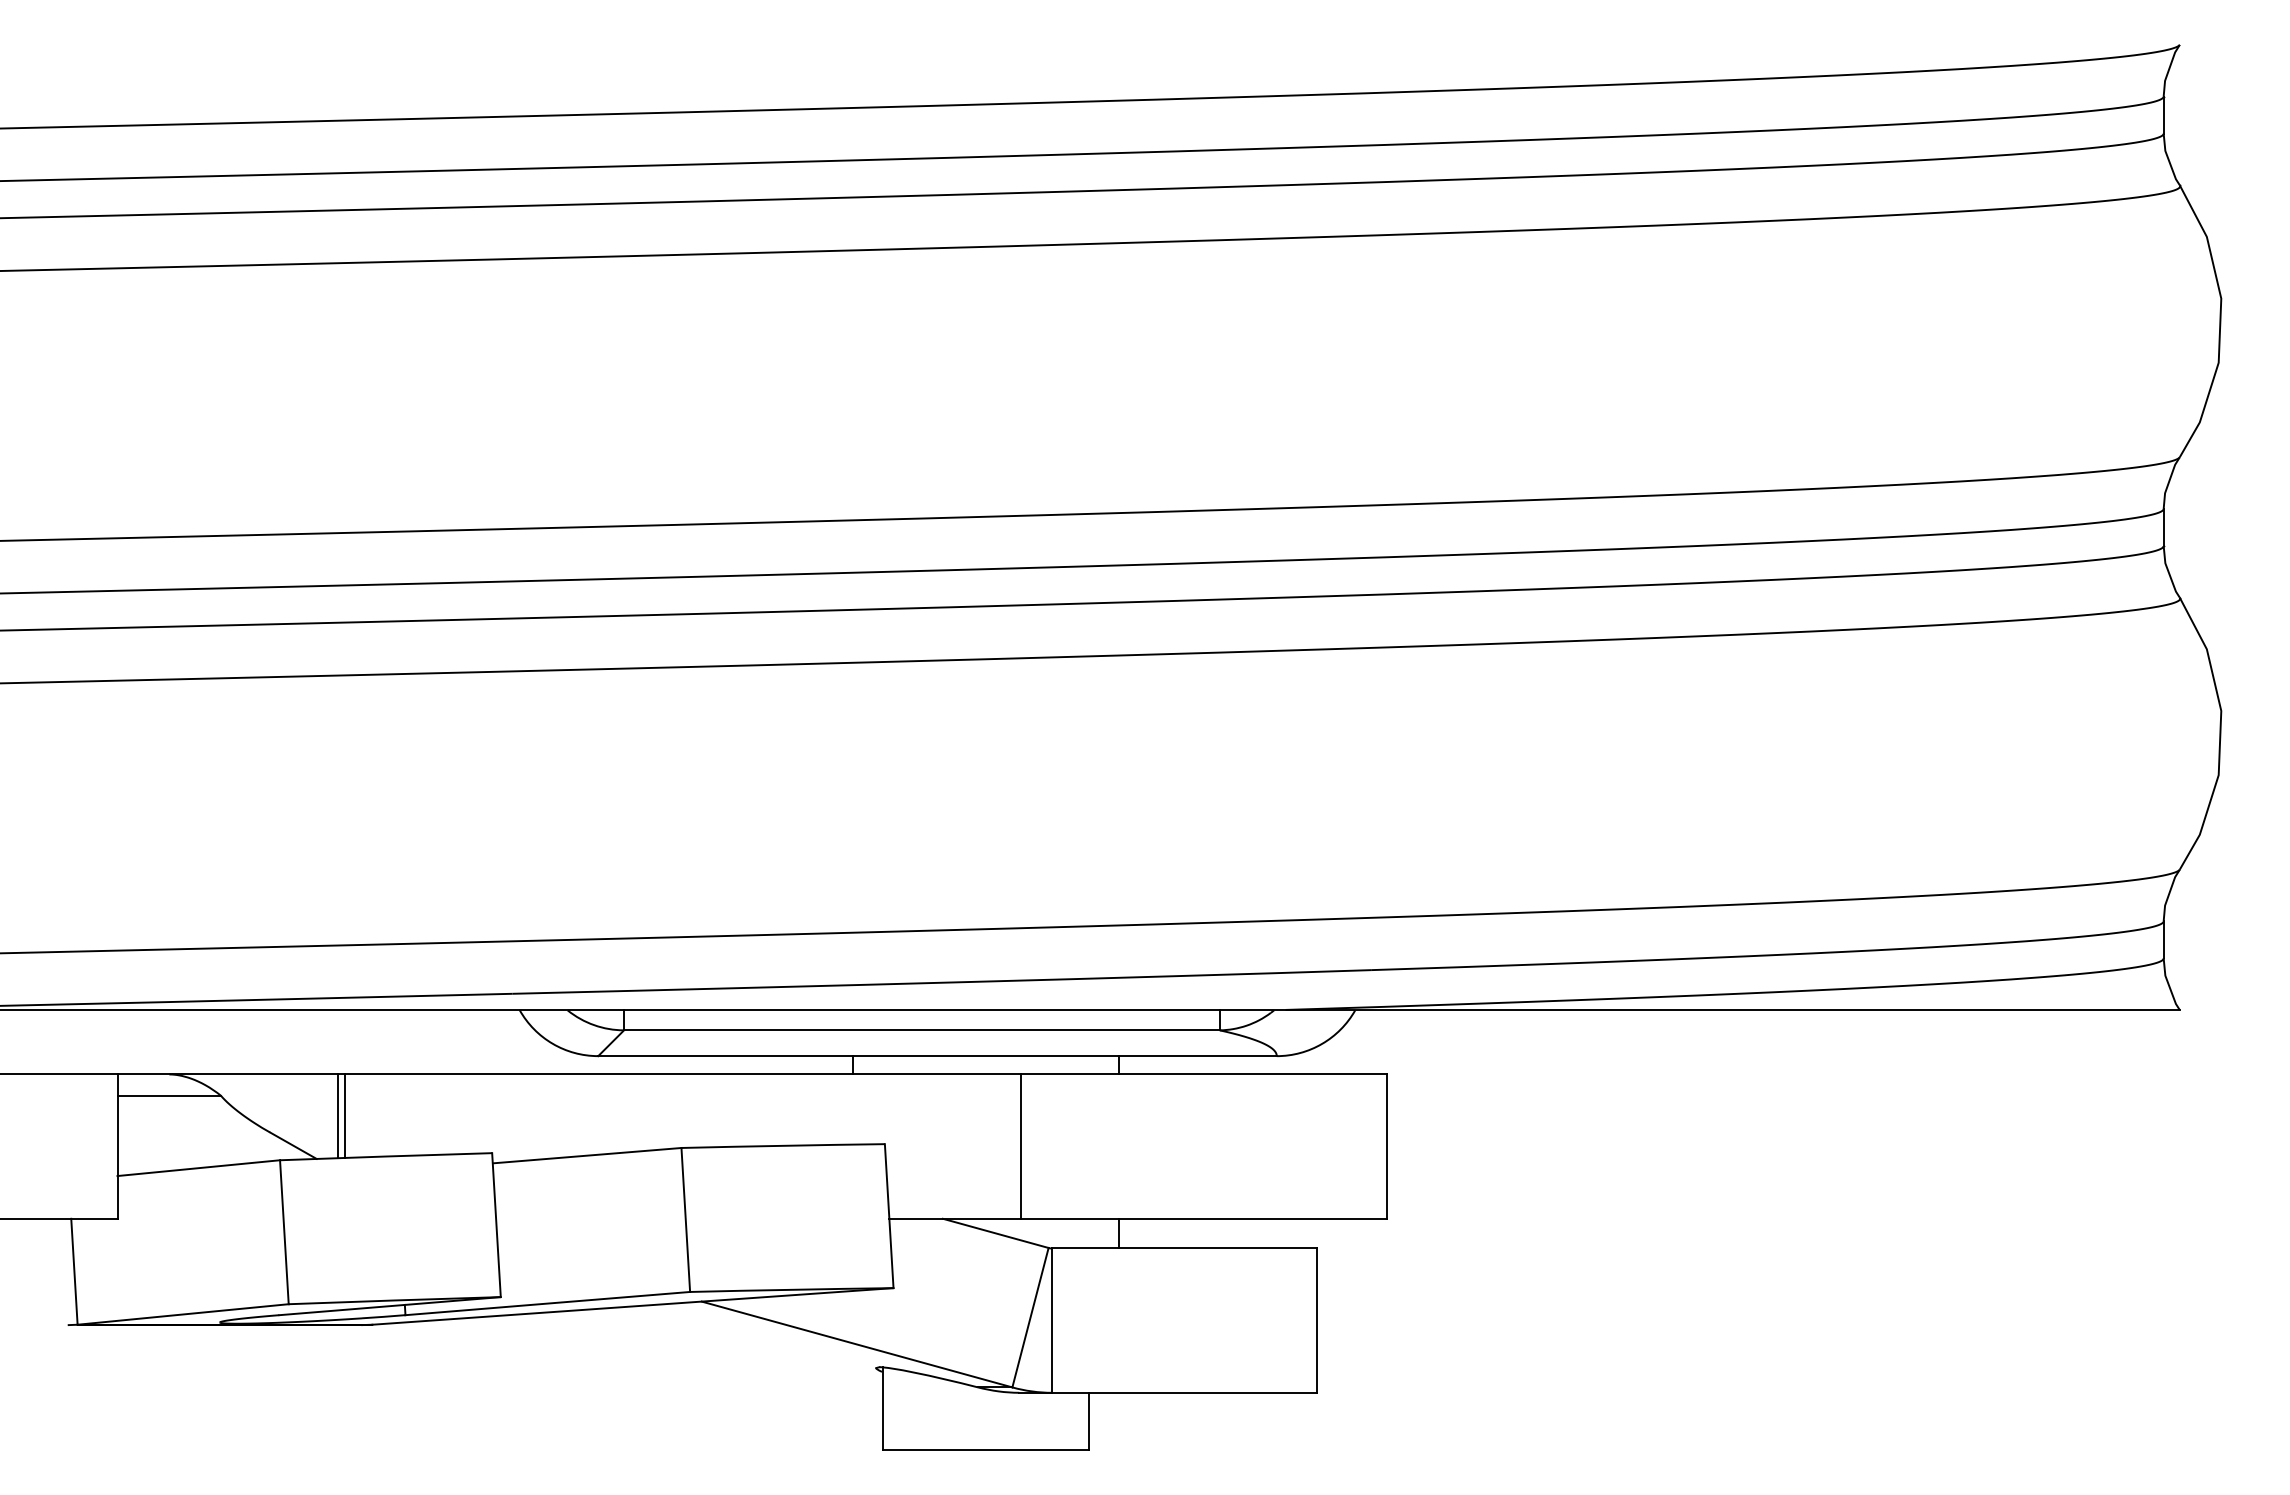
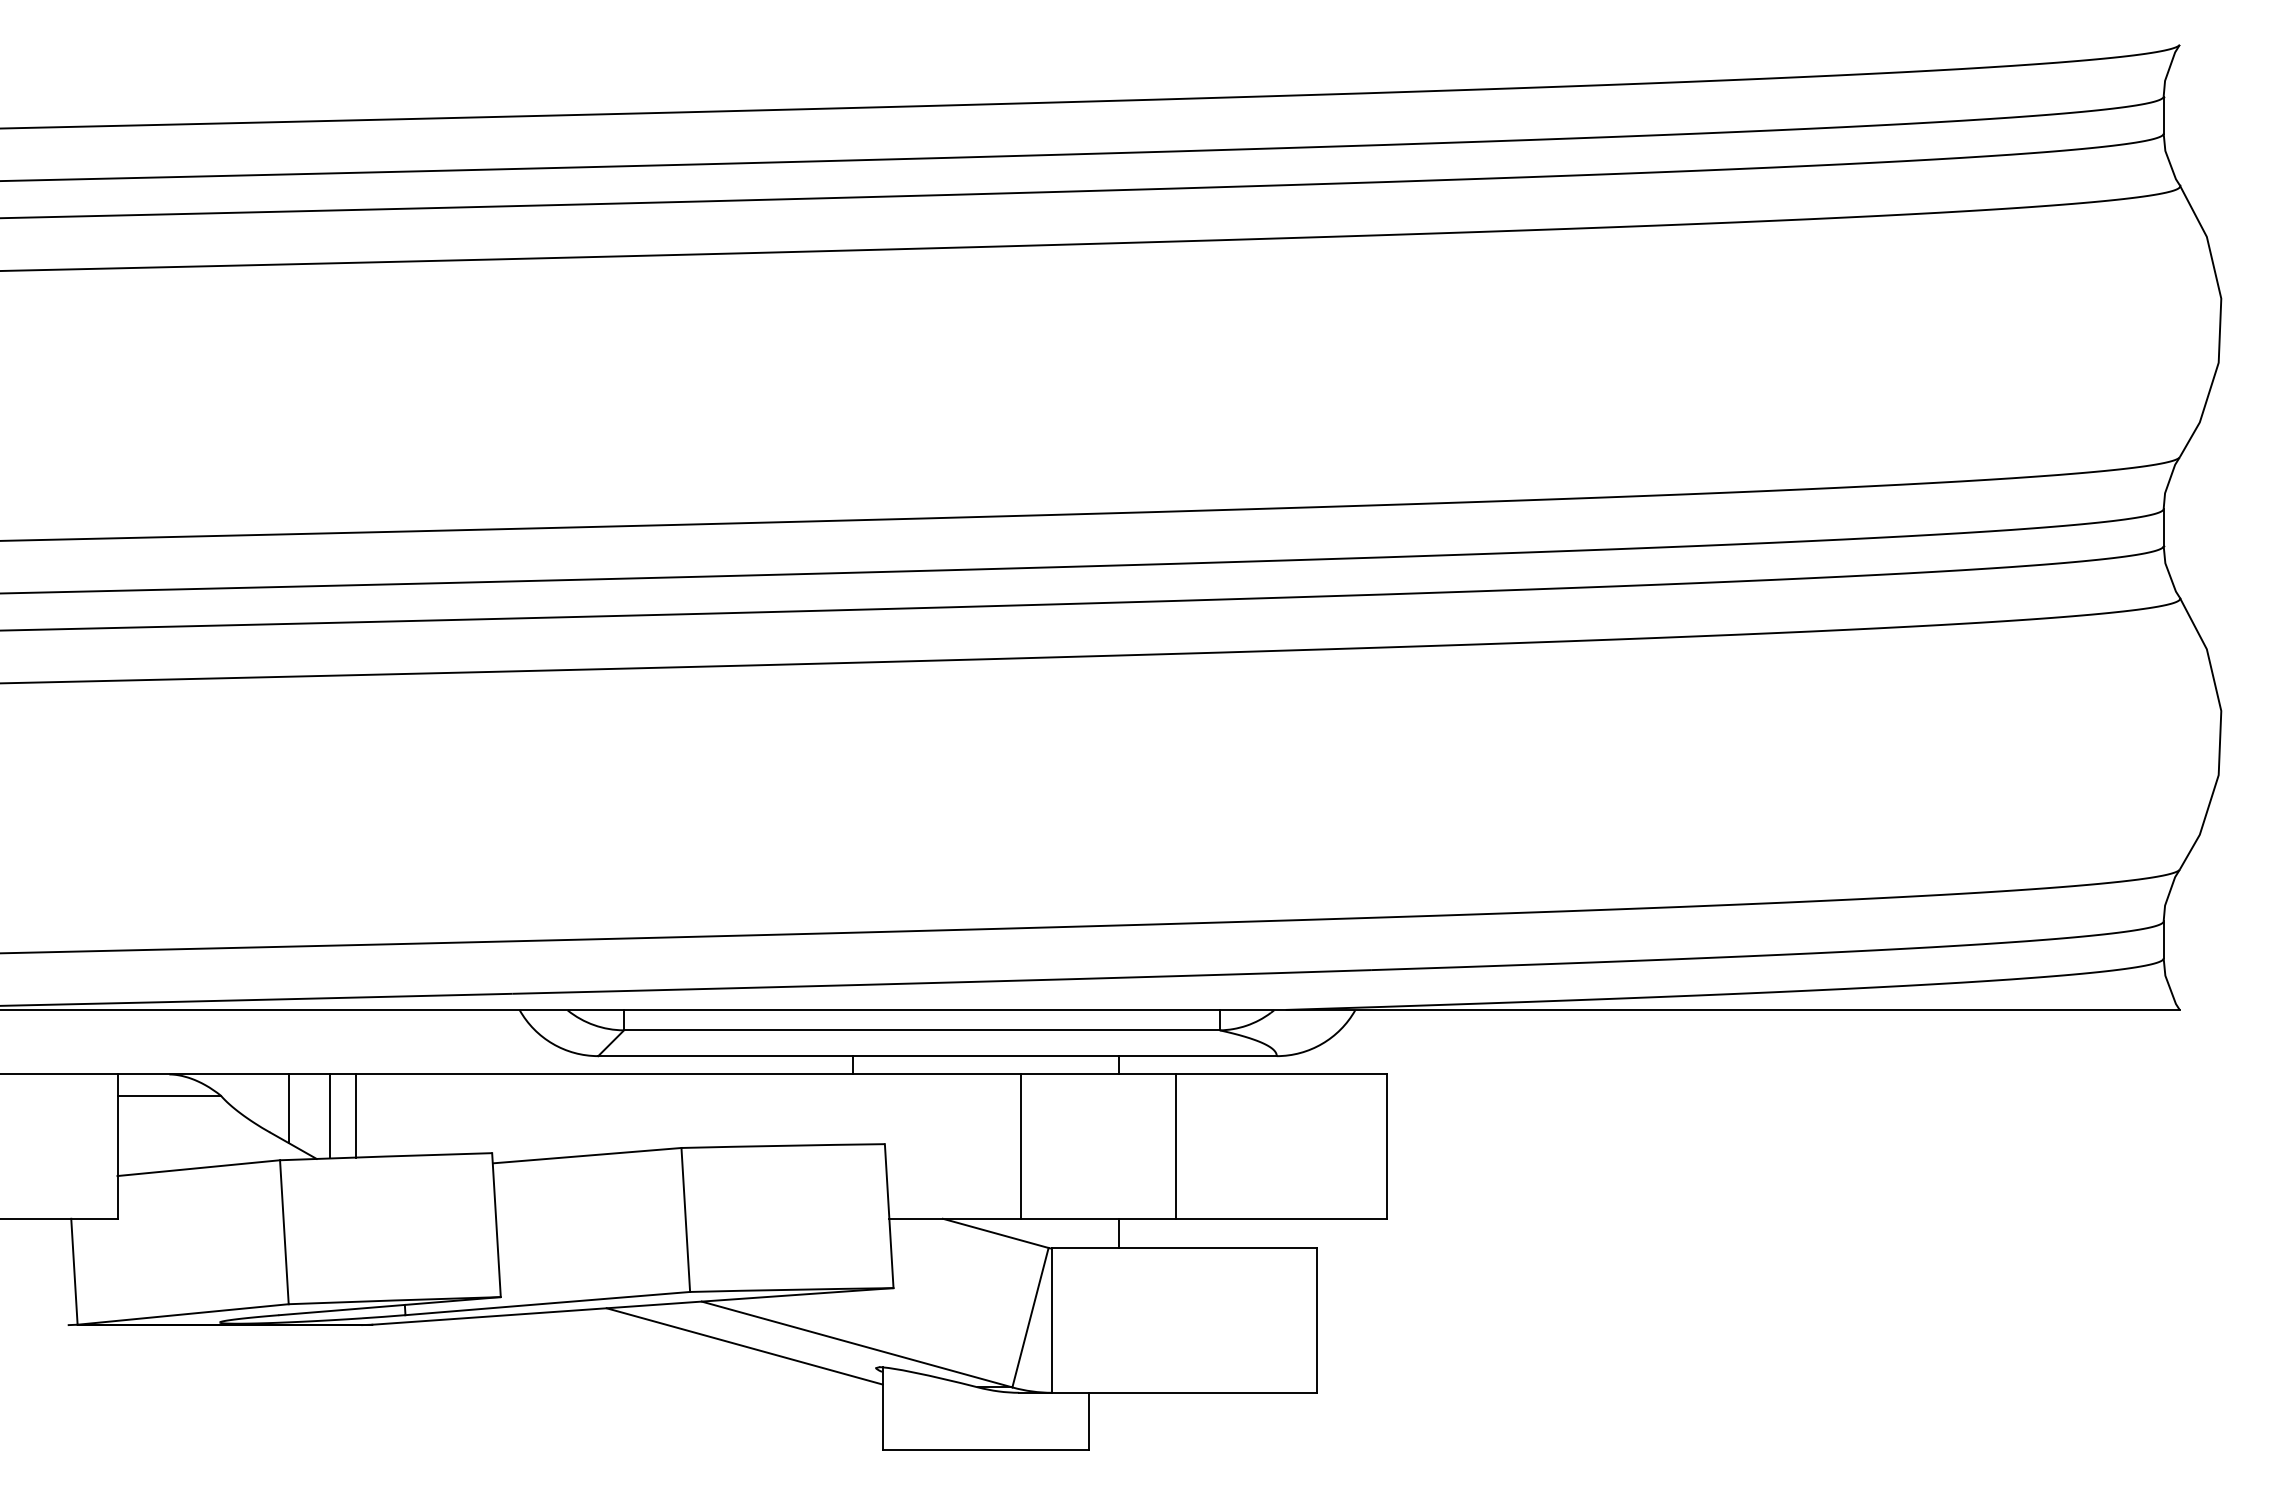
line at (288, 1108): none -> present
line at (338, 1115) position: (338, 1115) -> (356, 1115)
line at (345, 1116) position: (345, 1116) -> (330, 1116)
line at (1176, 1146): none -> present
line at (744, 1346): none -> present
